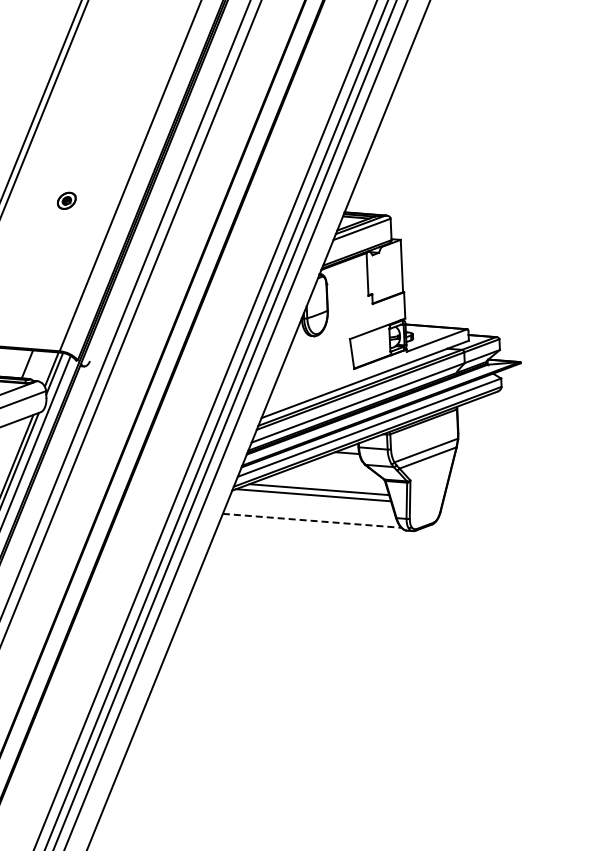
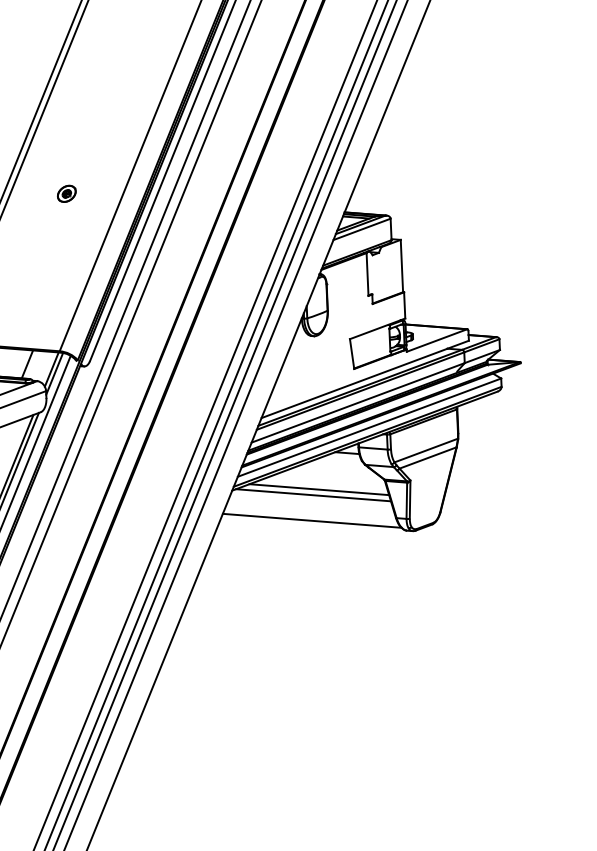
line at (162, 181): none -> present
part at (66, 200) position: (66, 200) -> (66, 193)
line at (312, 520): dashed -> solid
